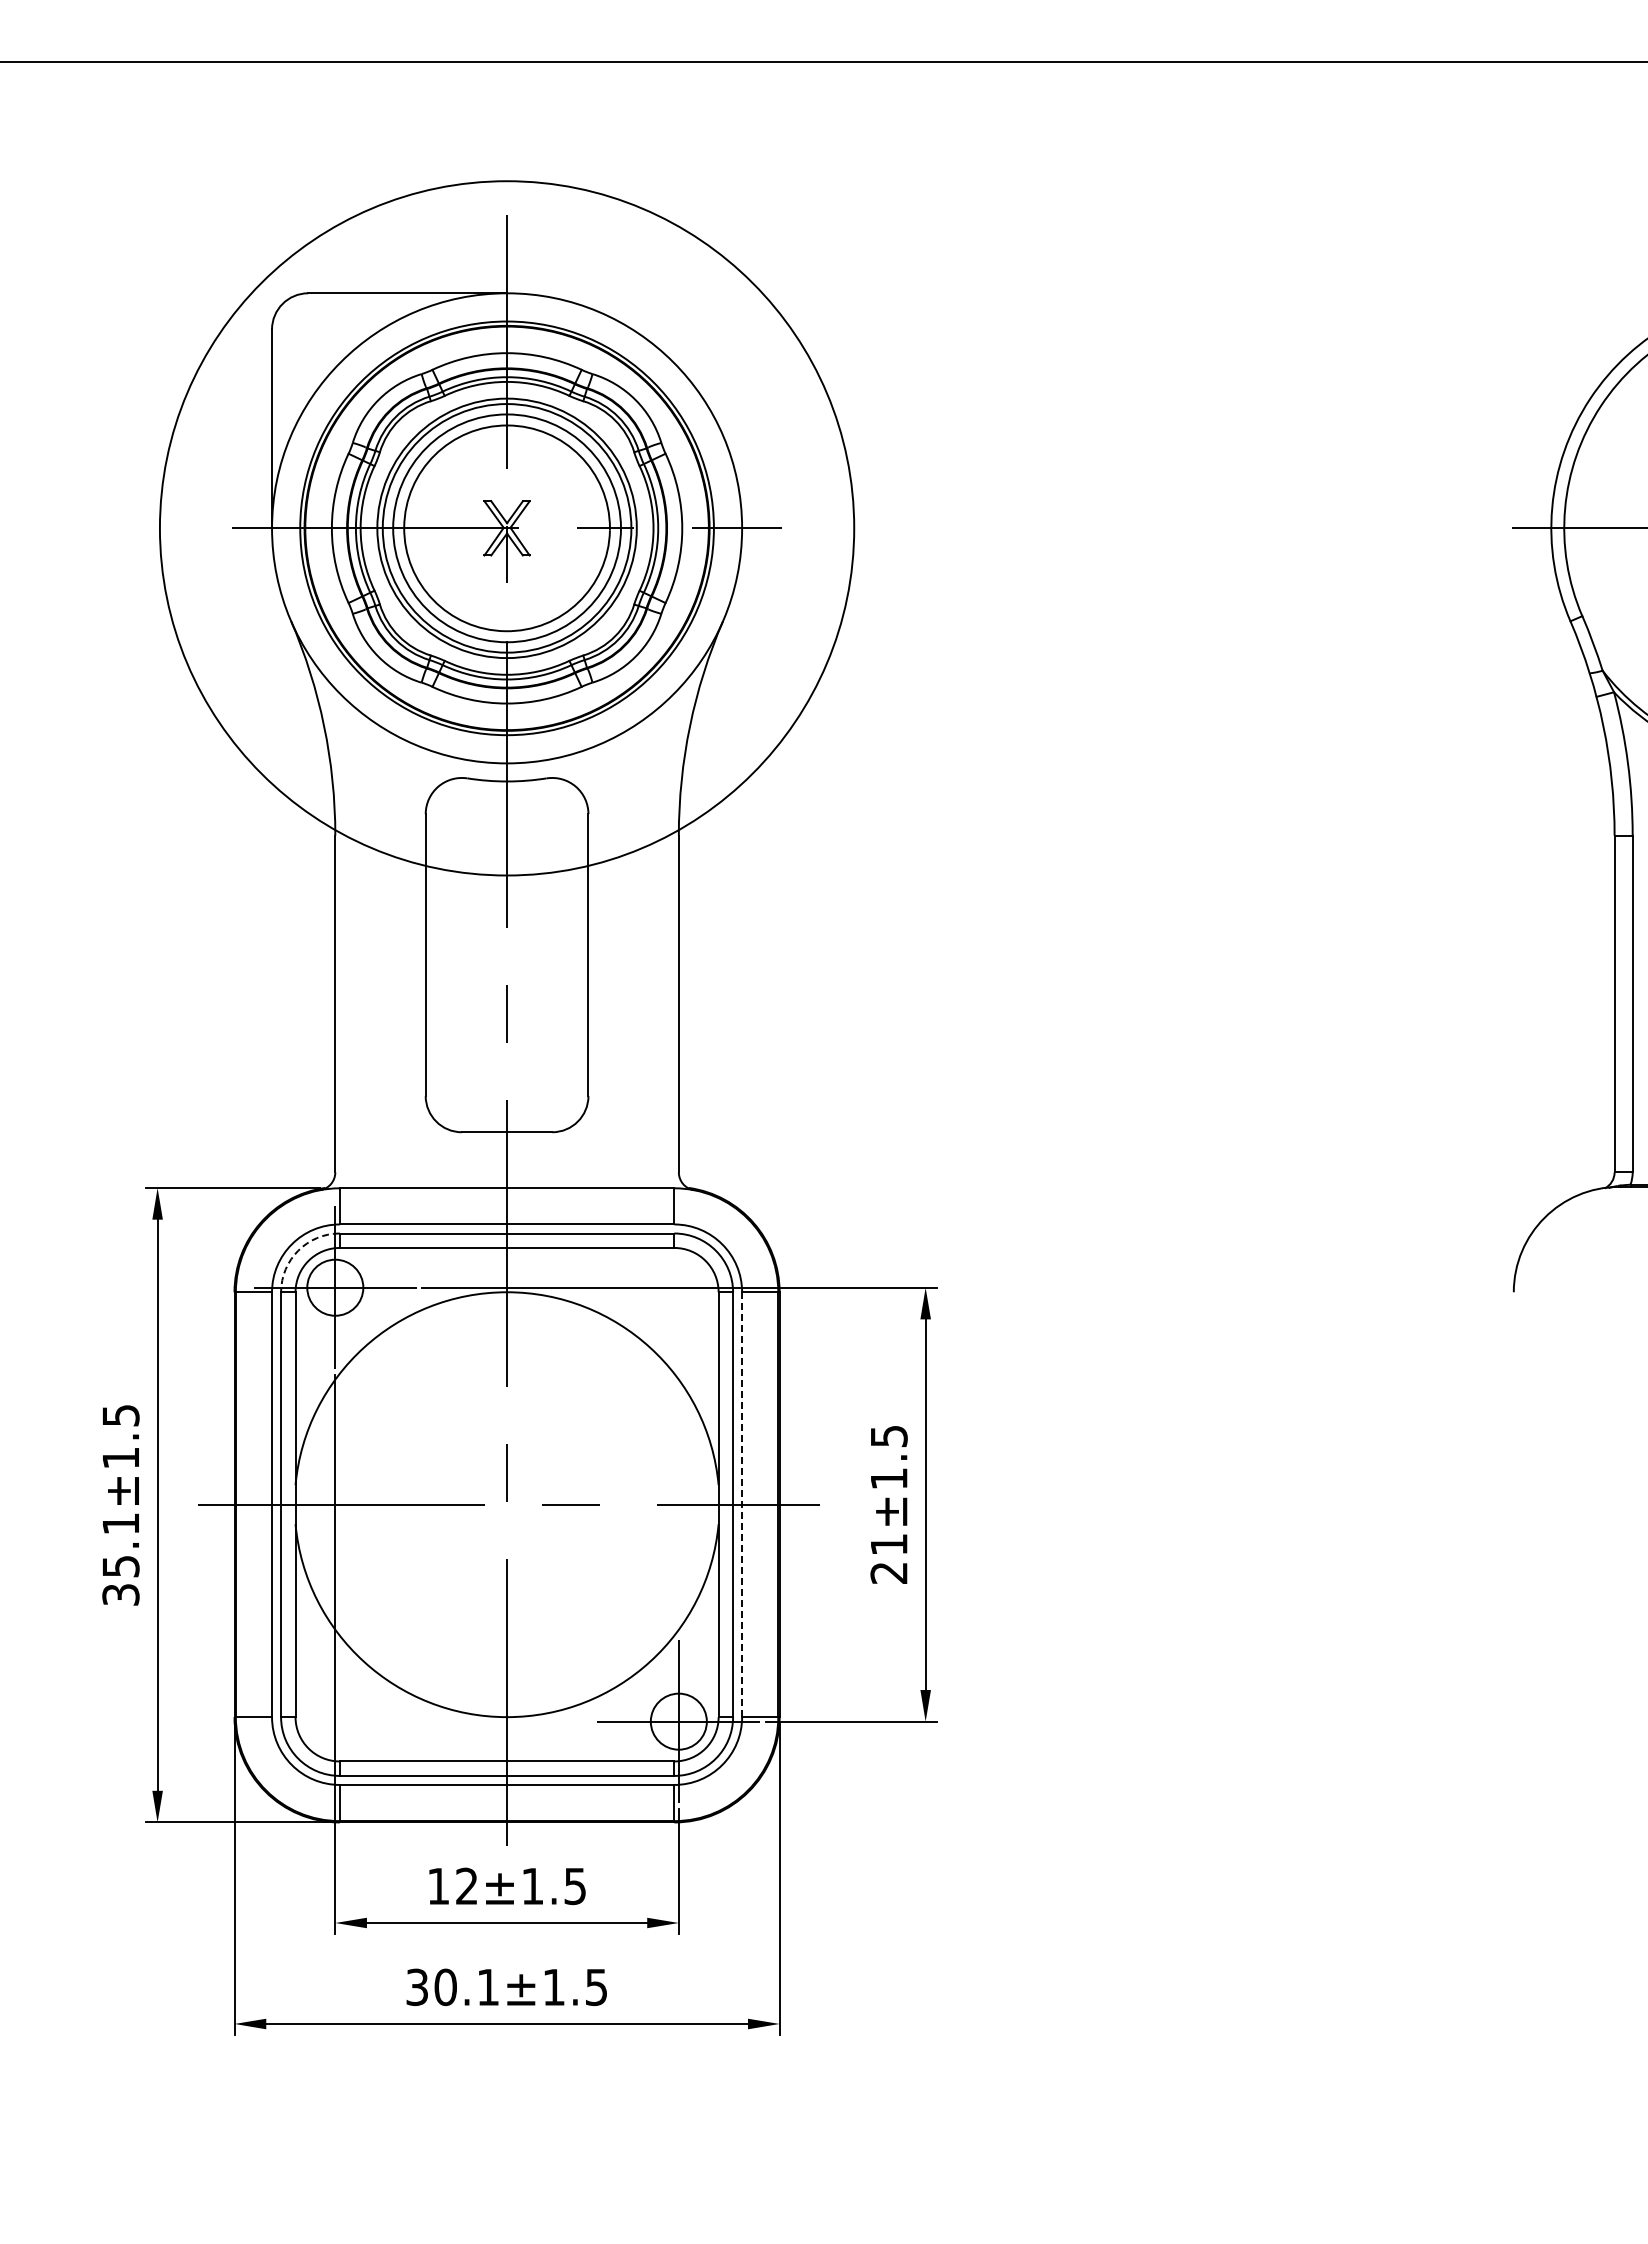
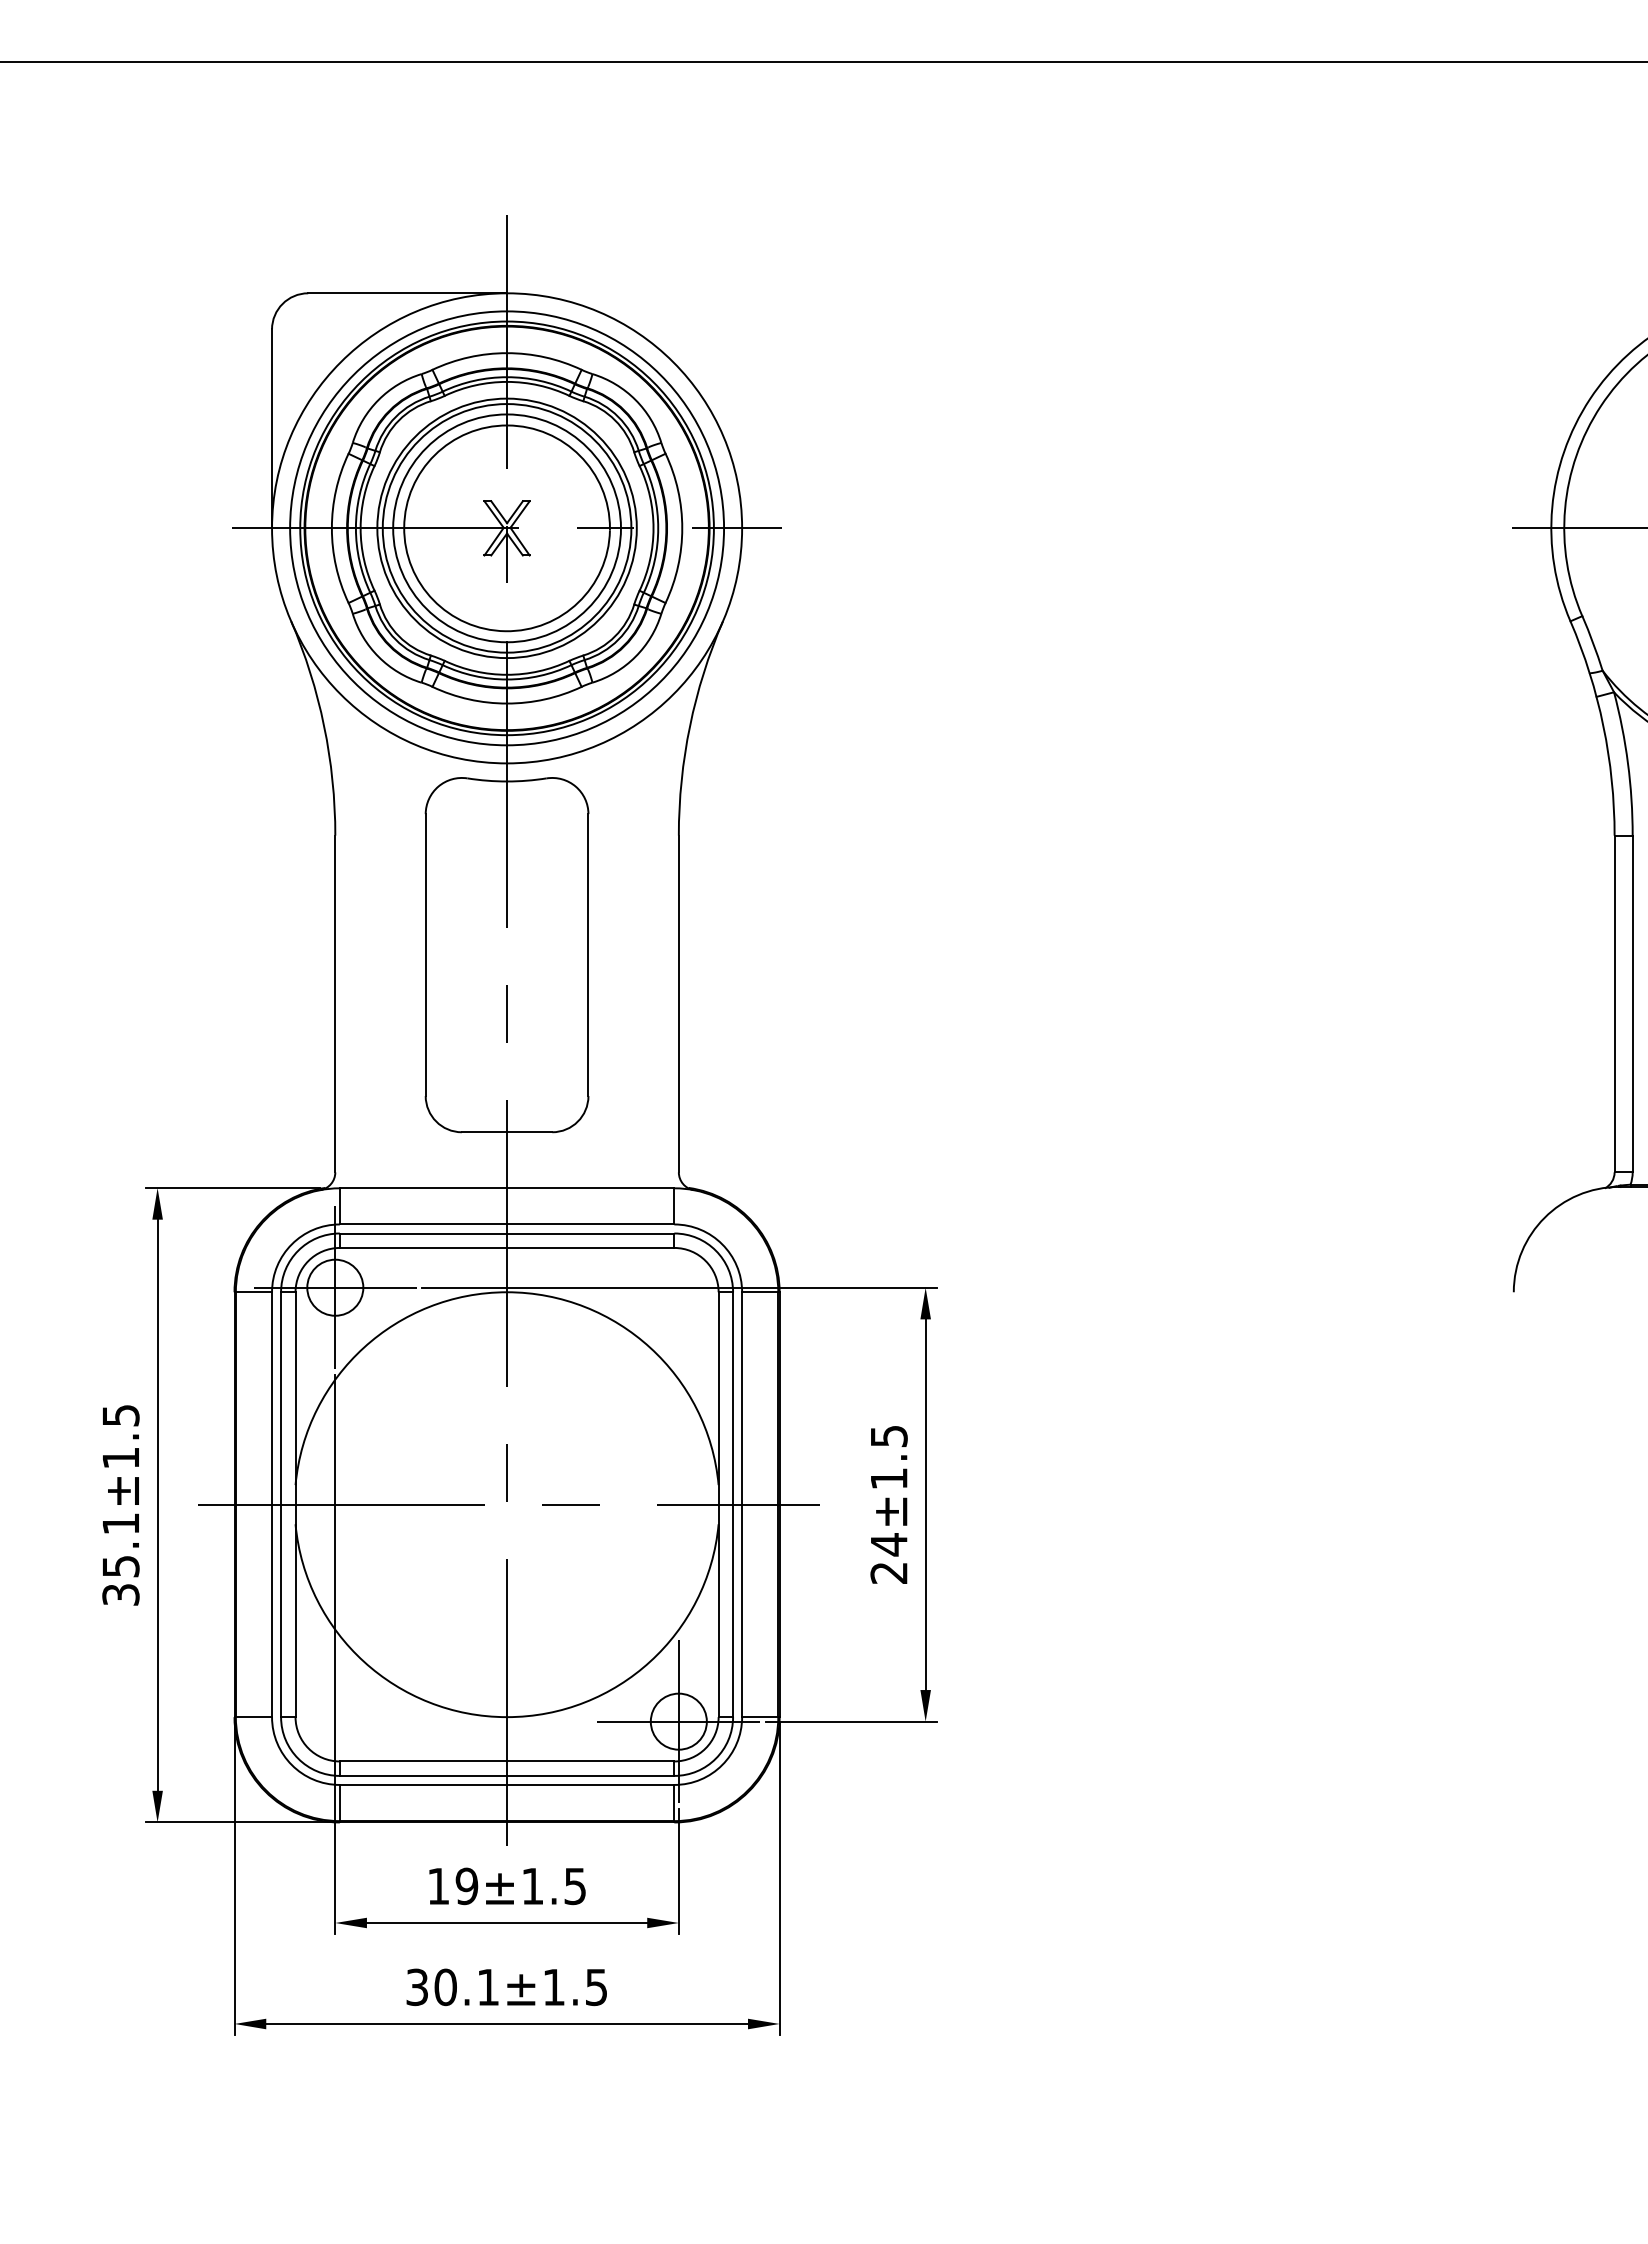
circle at (506, 528) diameter: 694 px -> 434 px
arc at (298, 1250): dashed -> solid
line at (742, 1504): dashed -> solid
text at (889, 1544): 21±1.5 -> 24±1.5
text at (466, 1886): 12±1.5 -> 19±1.5
